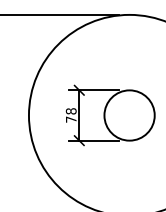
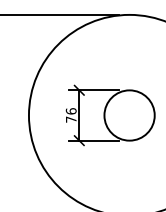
text at (70, 111): 78 -> 76
